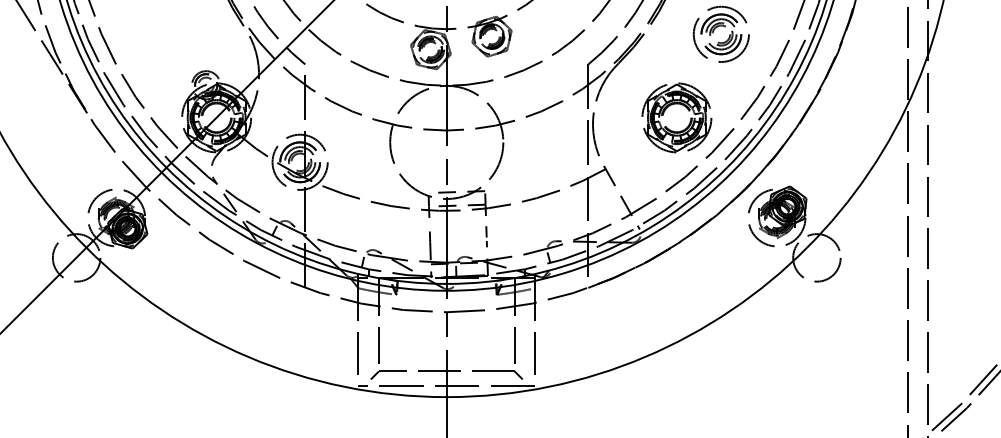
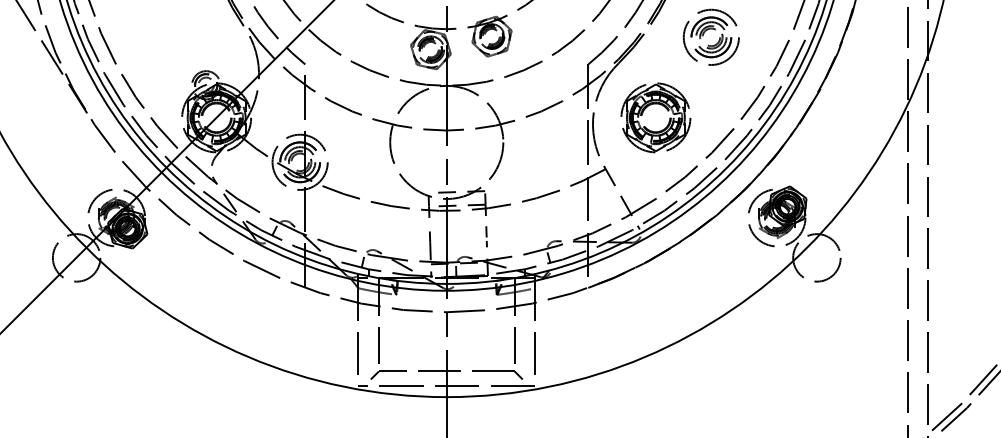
part at (716, 28) position: (716, 28) -> (706, 31)
part at (676, 117) position: (676, 117) -> (655, 117)
